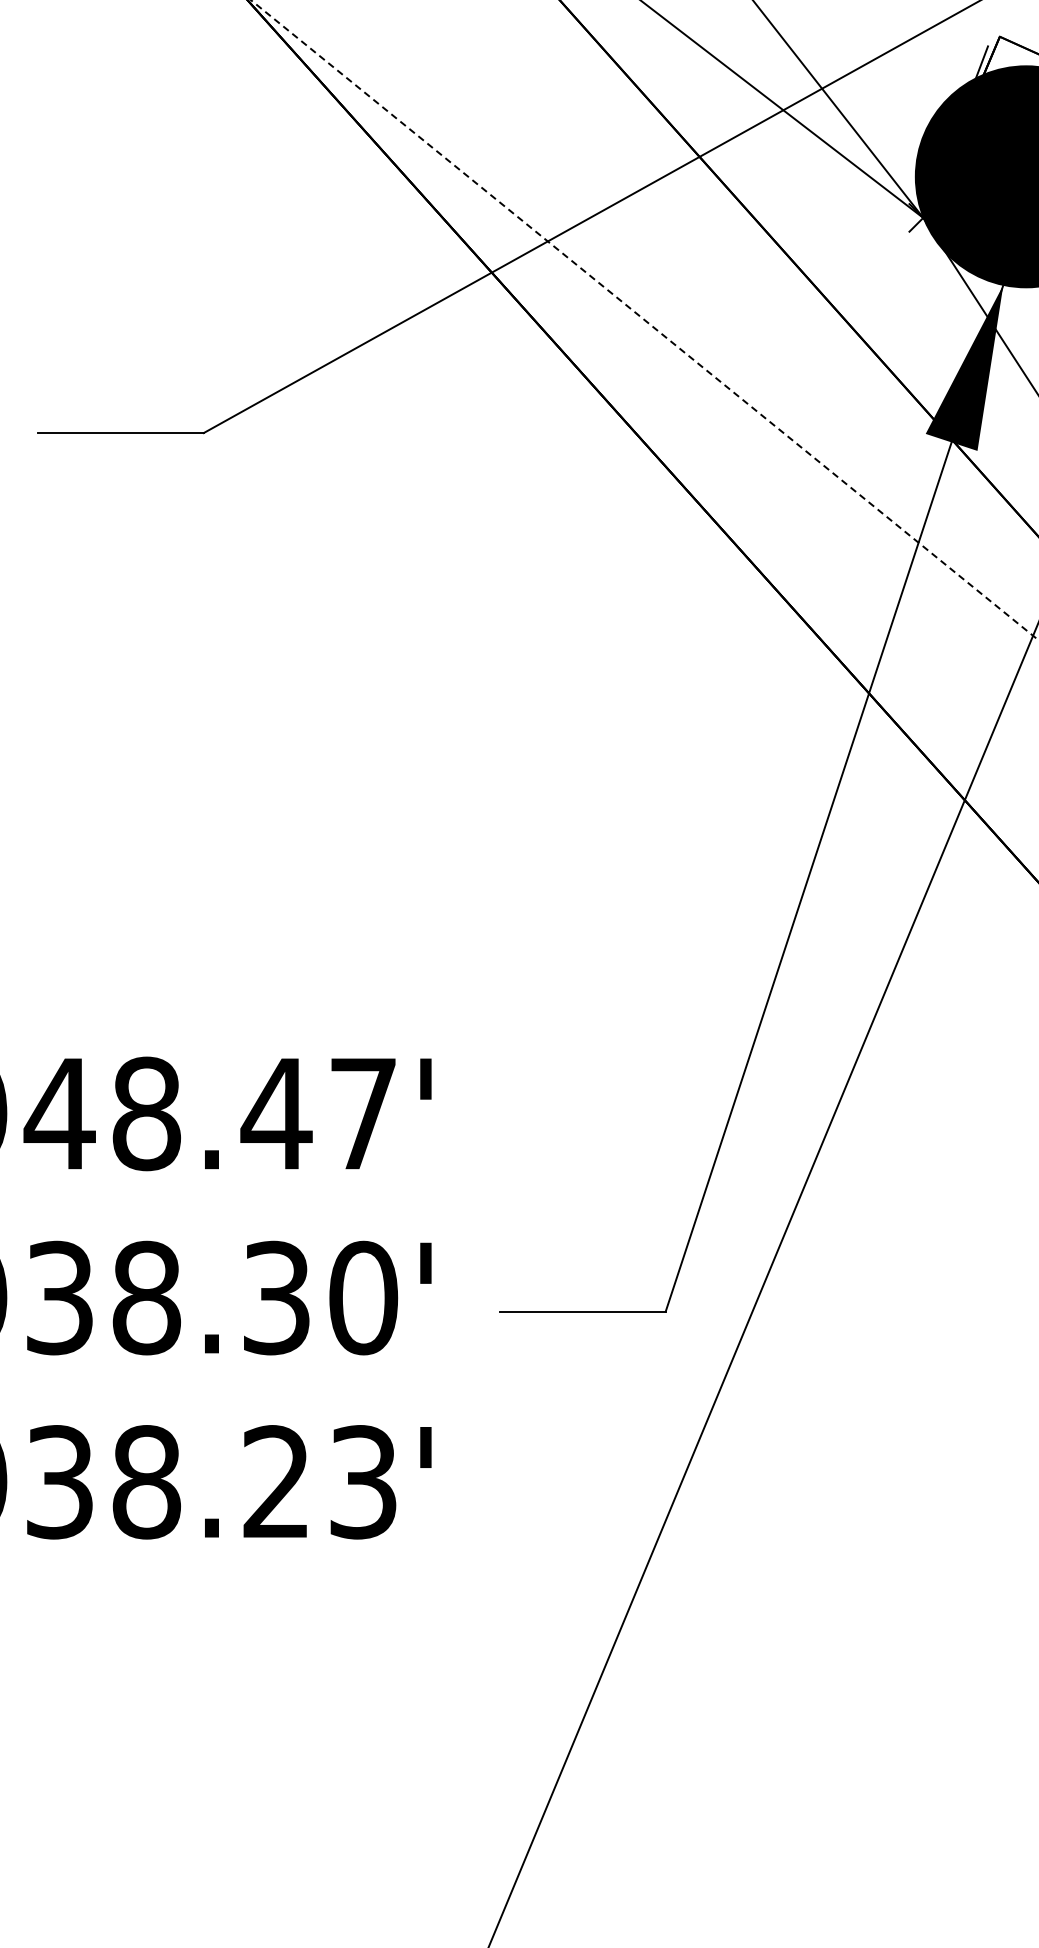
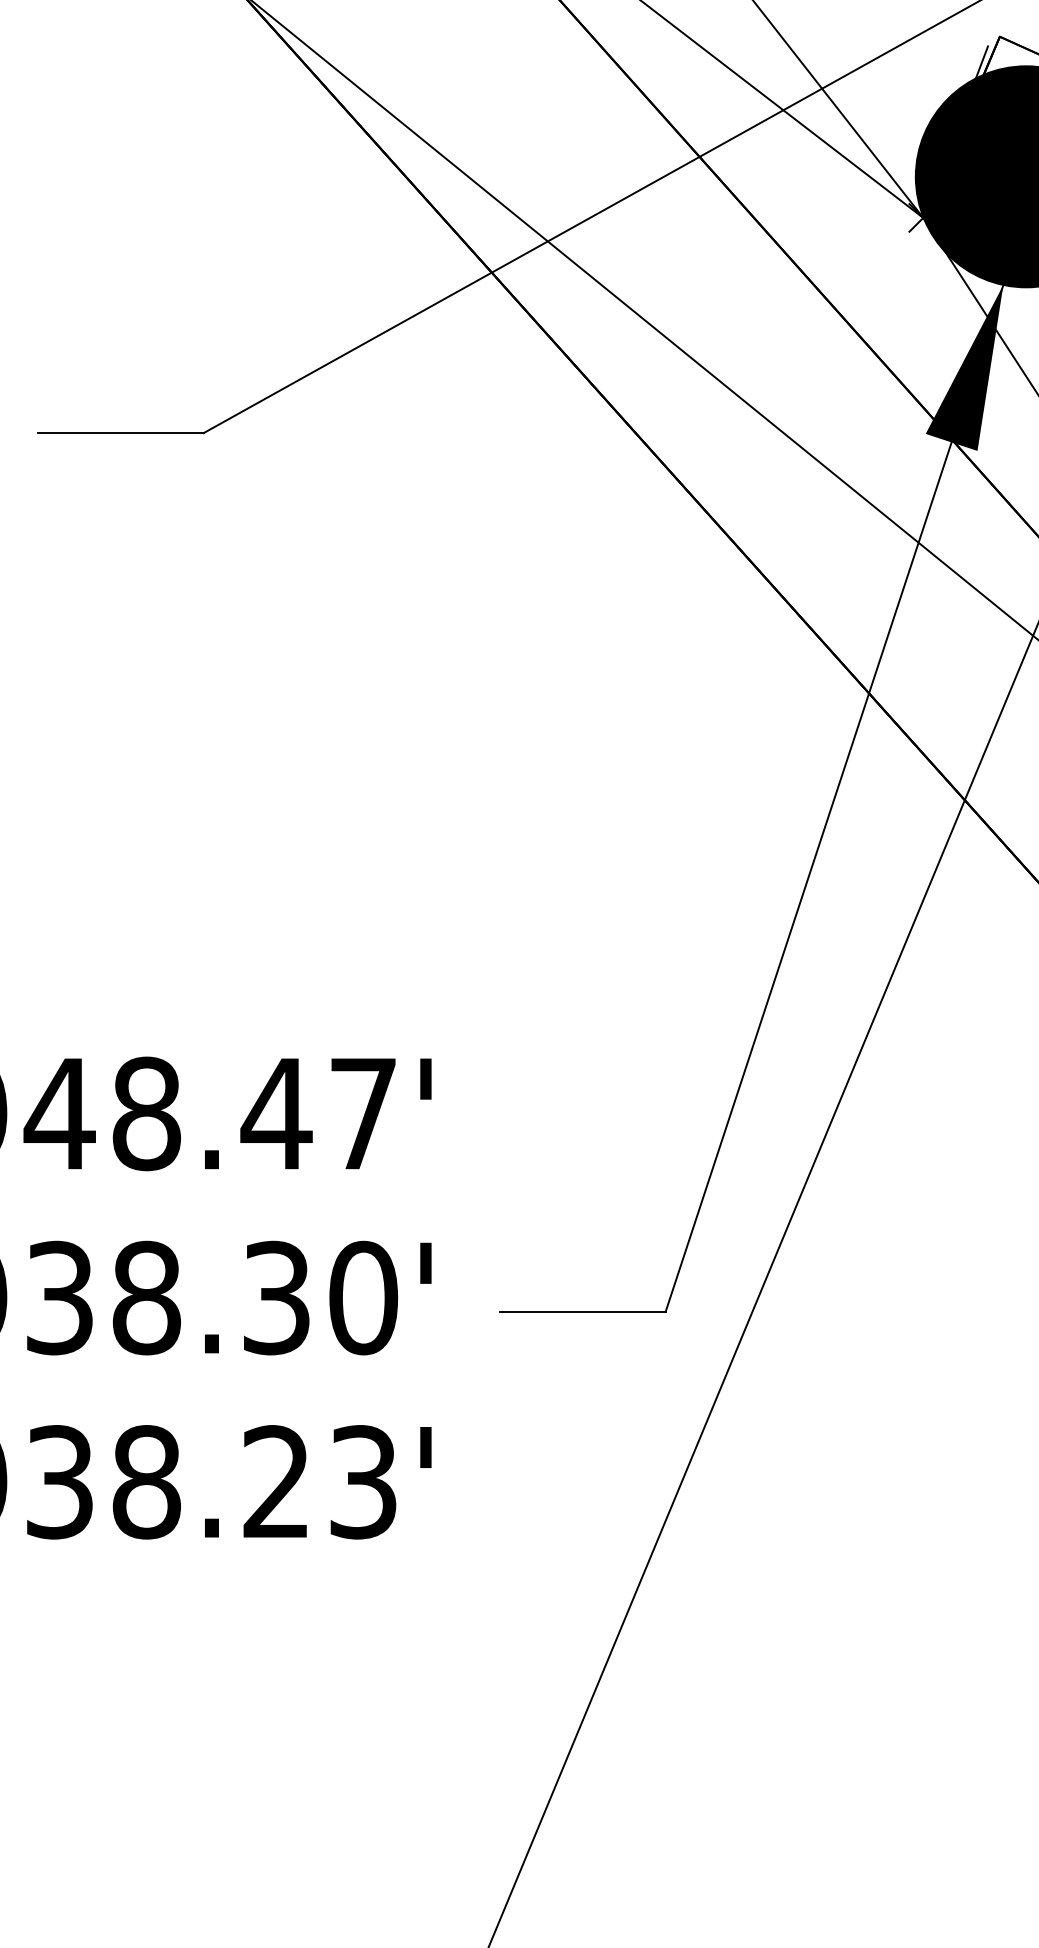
line at (644, 320): dashed -> solid
